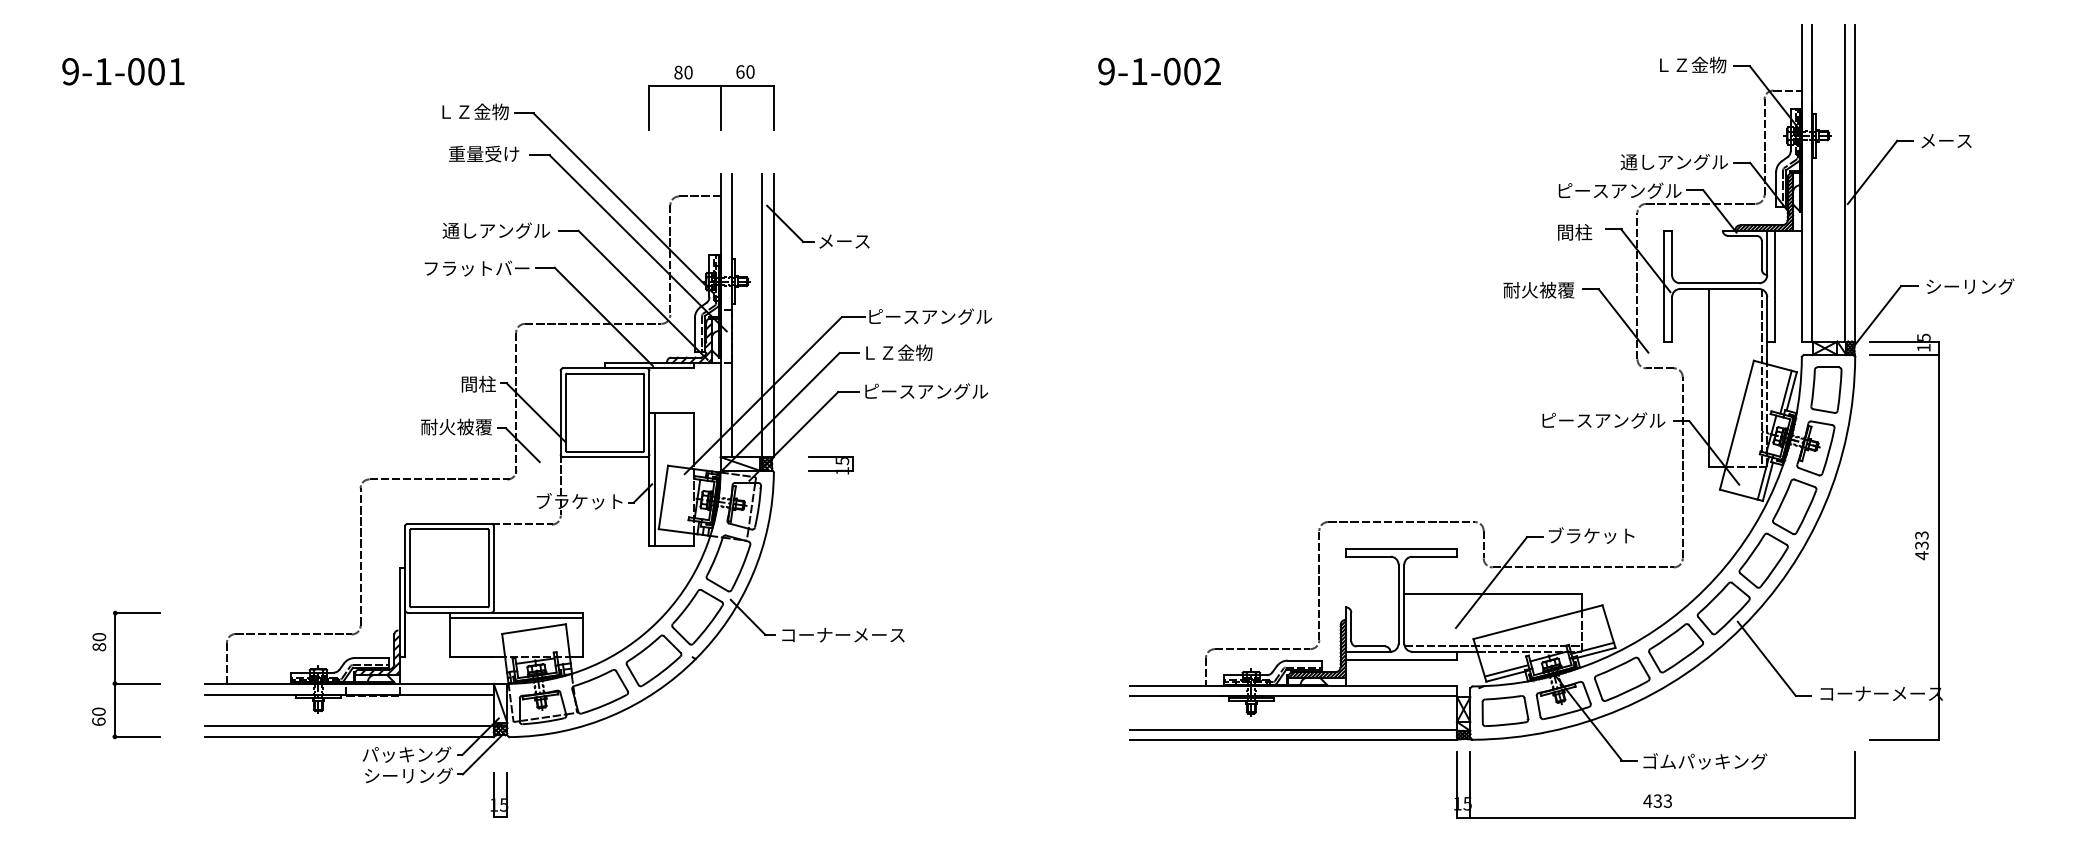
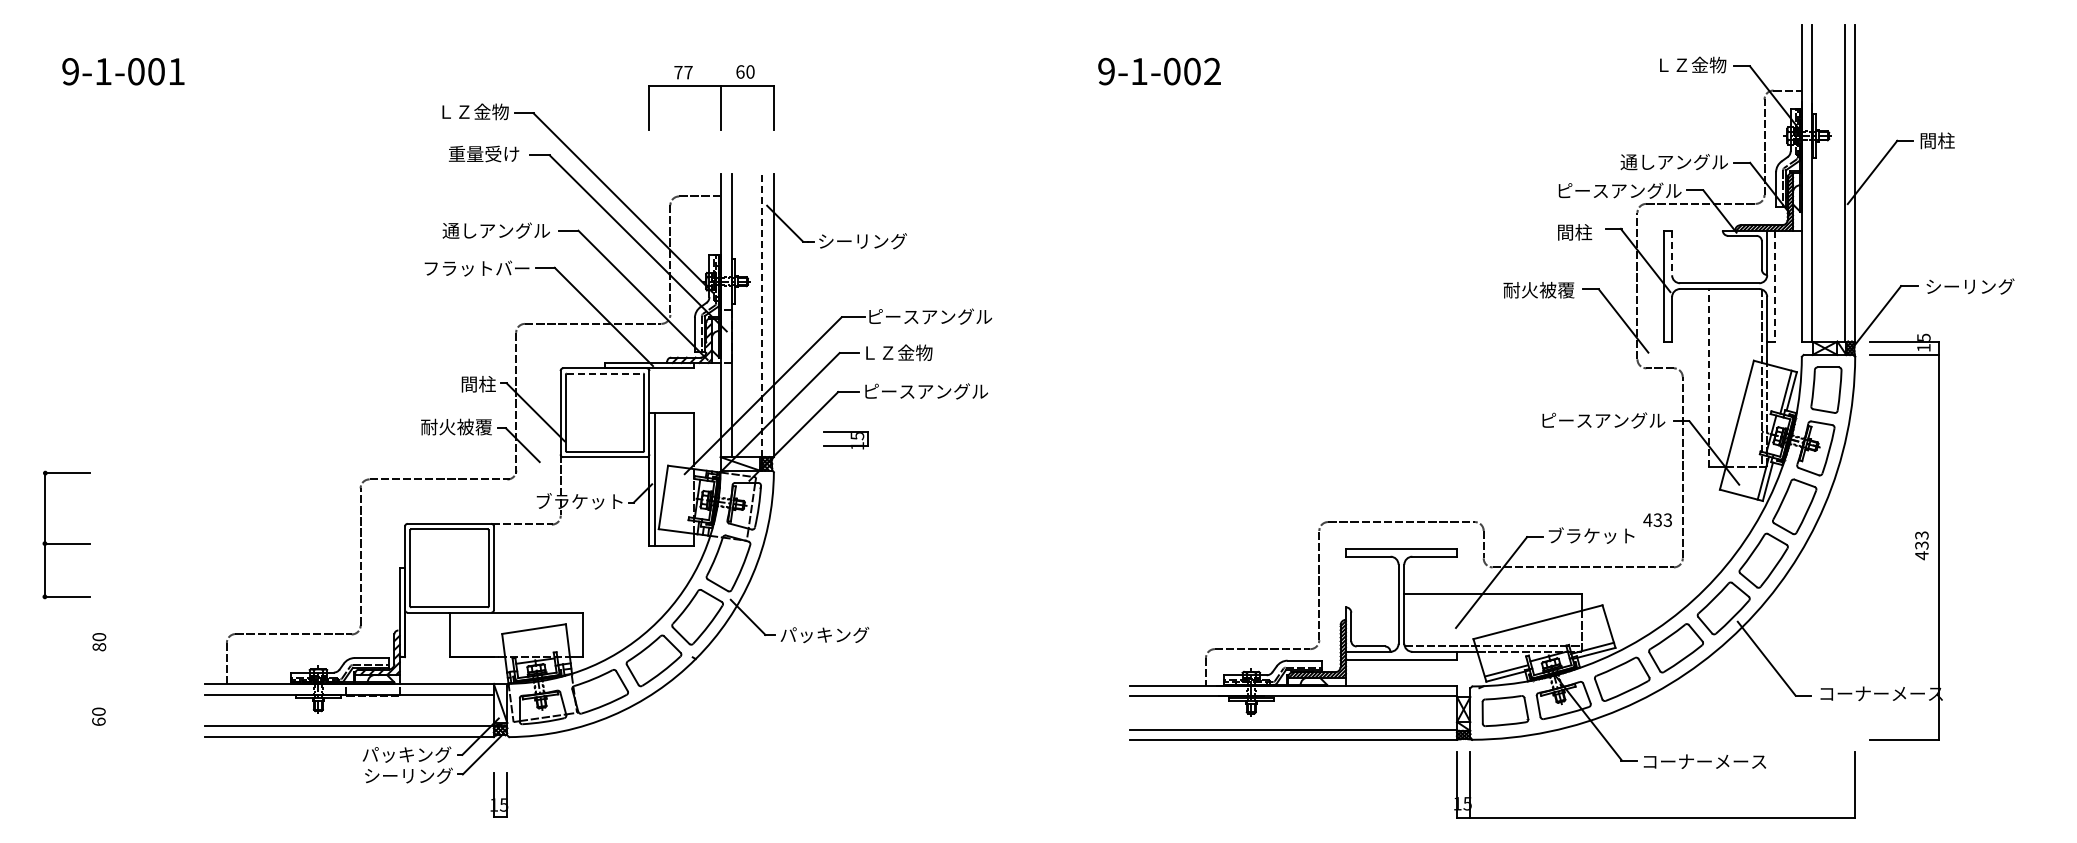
text at (683, 72): 80 -> 77
text at (1945, 140): メース -> 間柱
text at (862, 241): メース -> シーリング
line at (1672, 253): solid -> dashed
line at (1775, 286): solid -> dashed
line at (762, 315): solid -> dashed
line at (605, 373): solid -> dashed
line at (1709, 377): solid -> dashed
part at (830, 465) position: (830, 465) -> (845, 440)
line at (515, 618): present -> none
text at (842, 634): コーナーメース -> パッキング
part at (136, 683) position: (136, 683) -> (66, 543)
text at (1705, 761): ゴムパッキング -> コーナーメース
text at (1657, 800) position: (1657, 800) -> (1657, 519)
